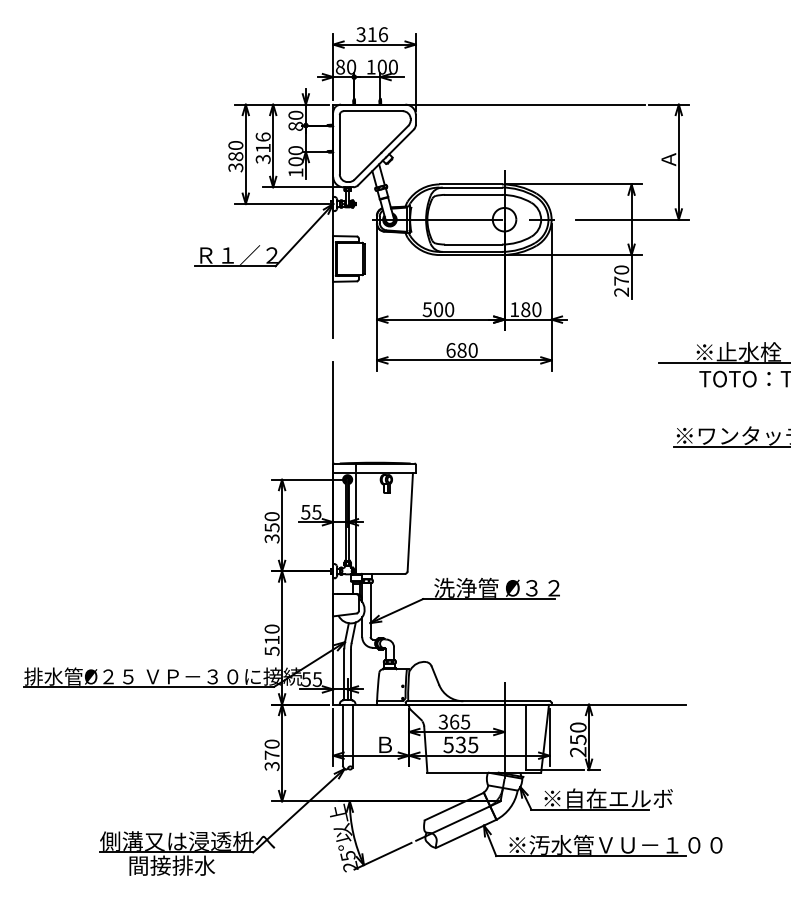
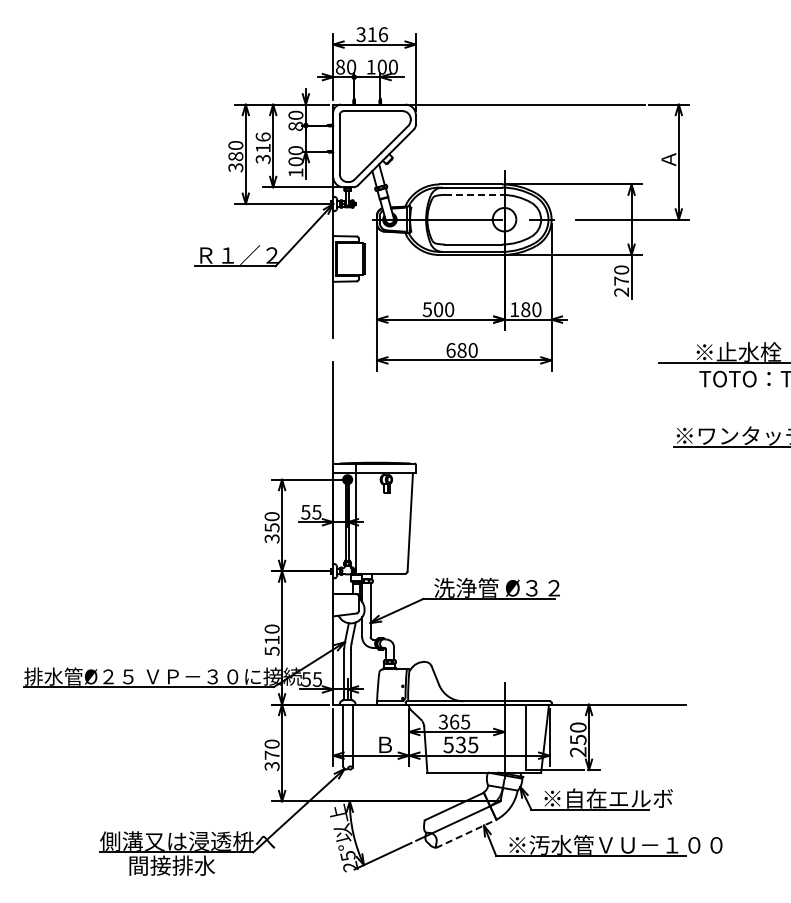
line at (474, 194): solid -> dashed
line at (466, 833): solid -> dashed
